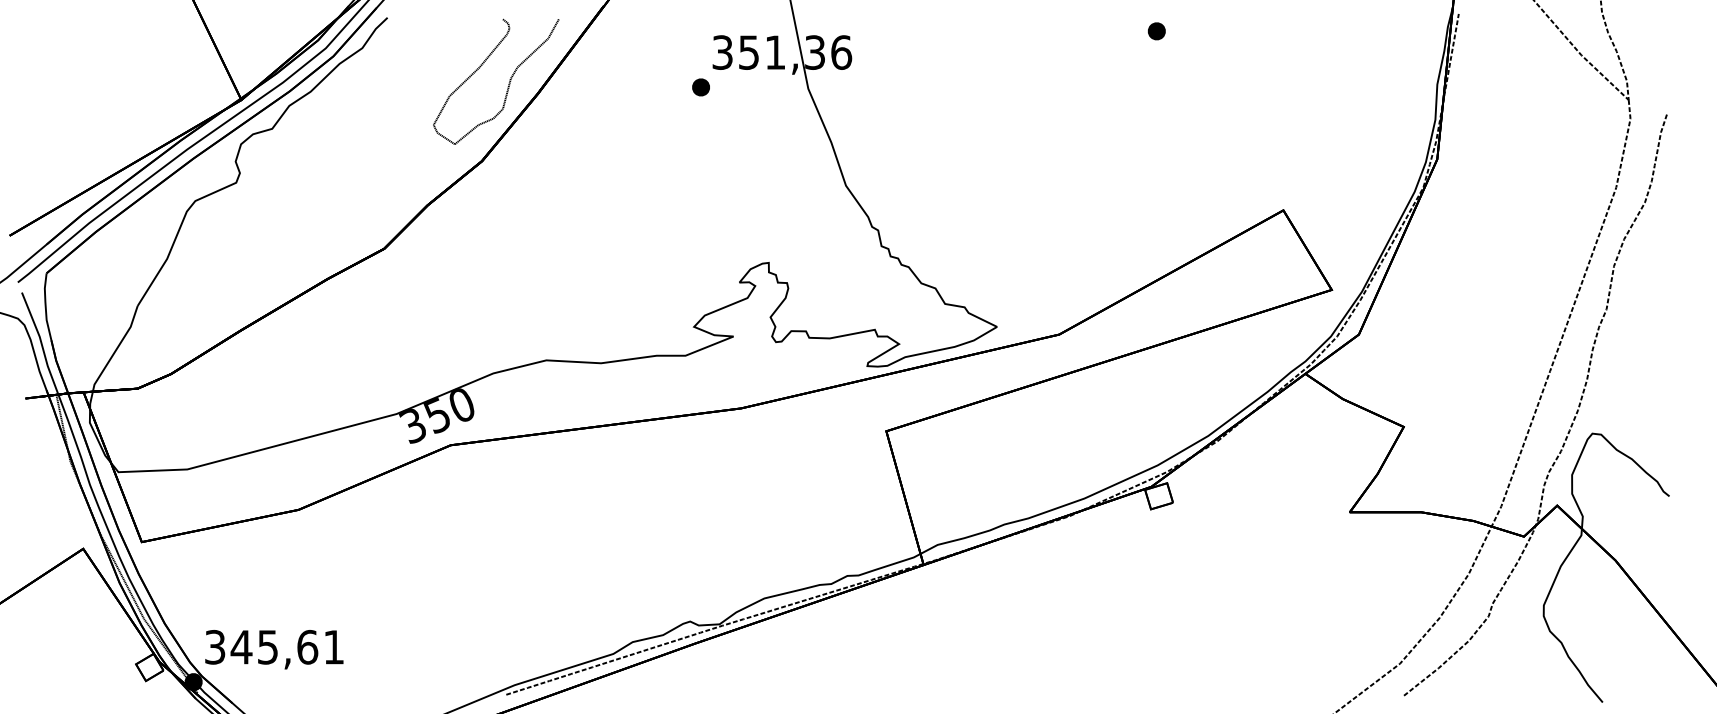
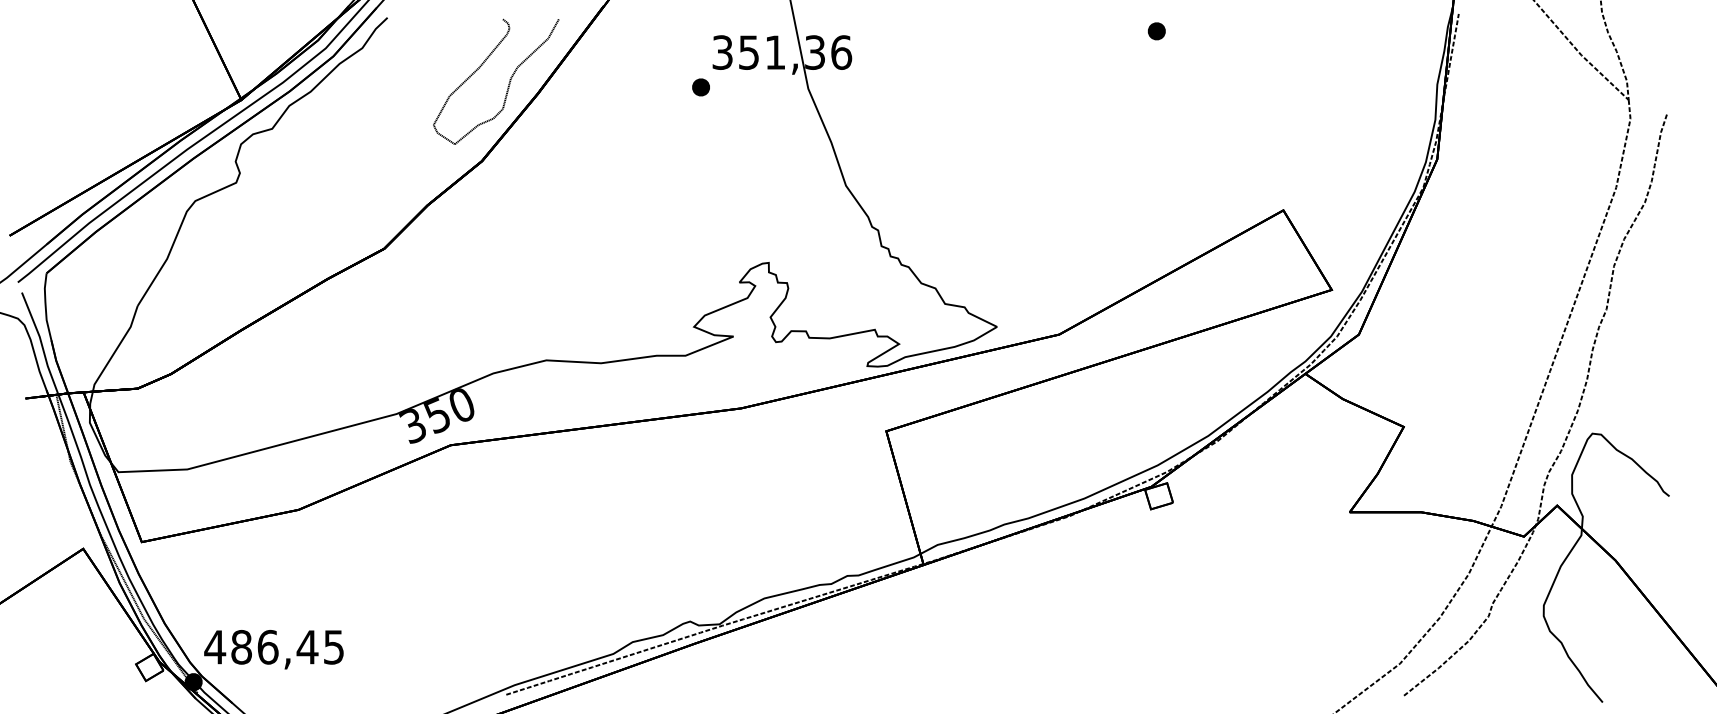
text at (273, 646): 345,61 -> 486,45
